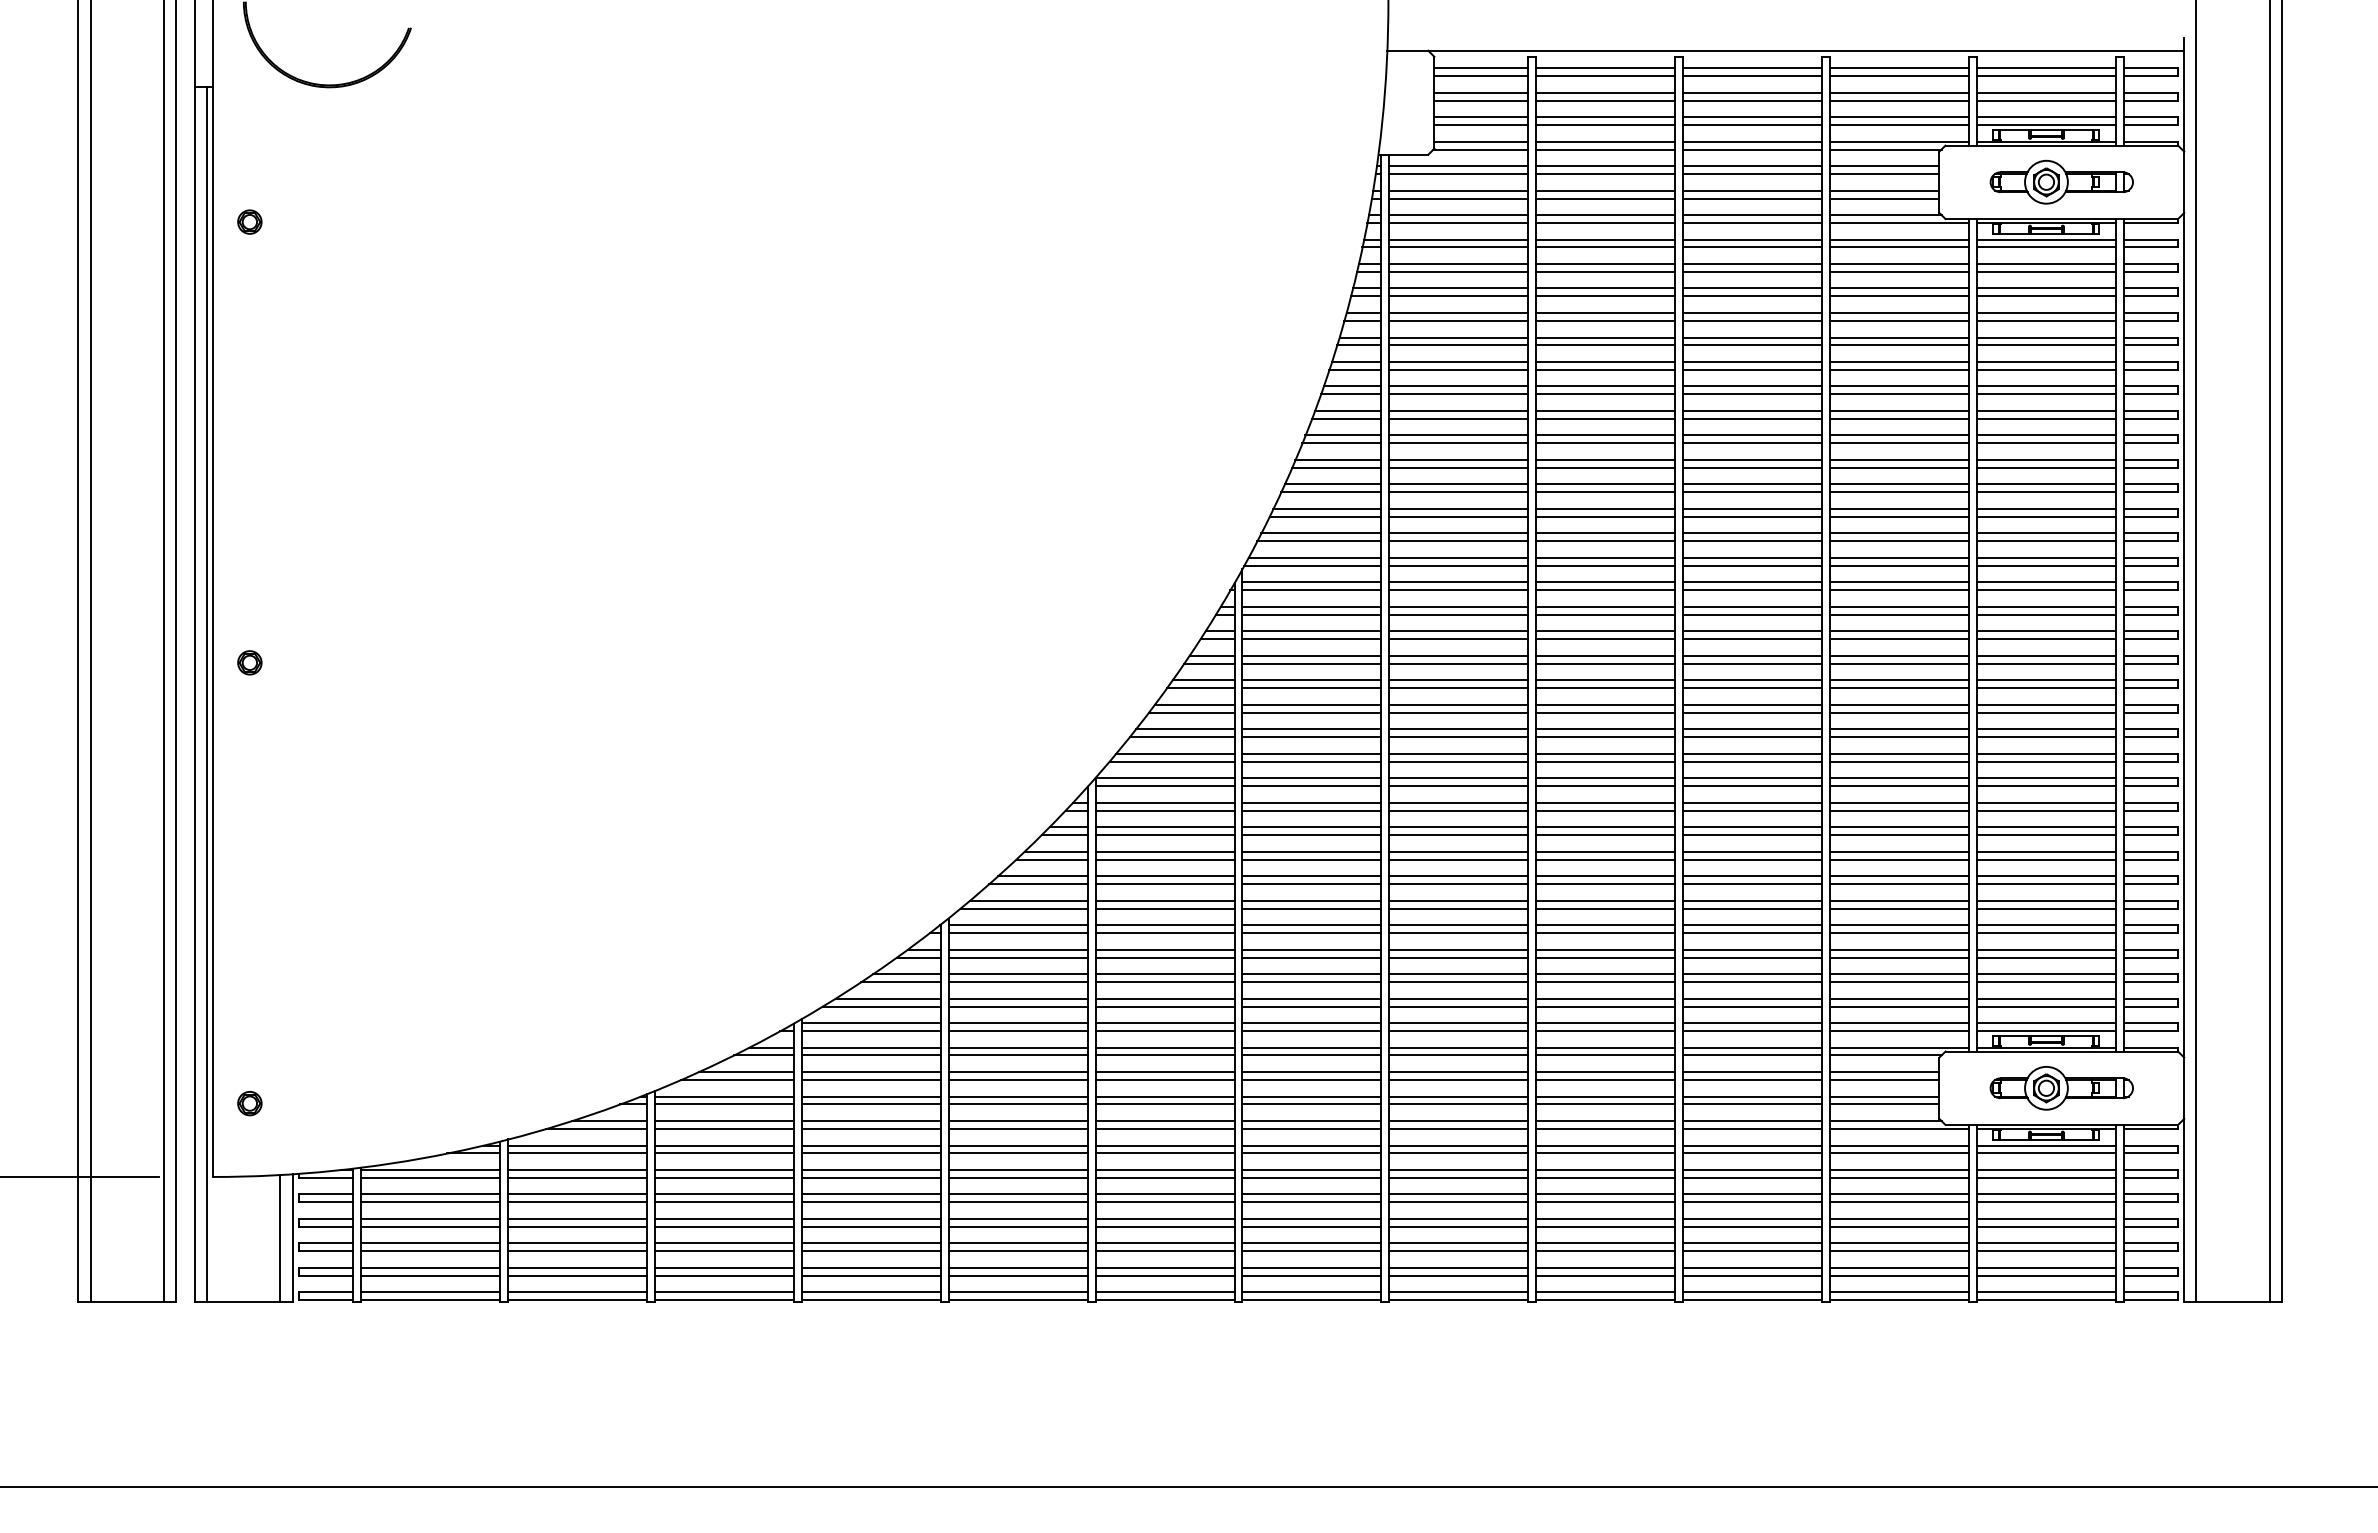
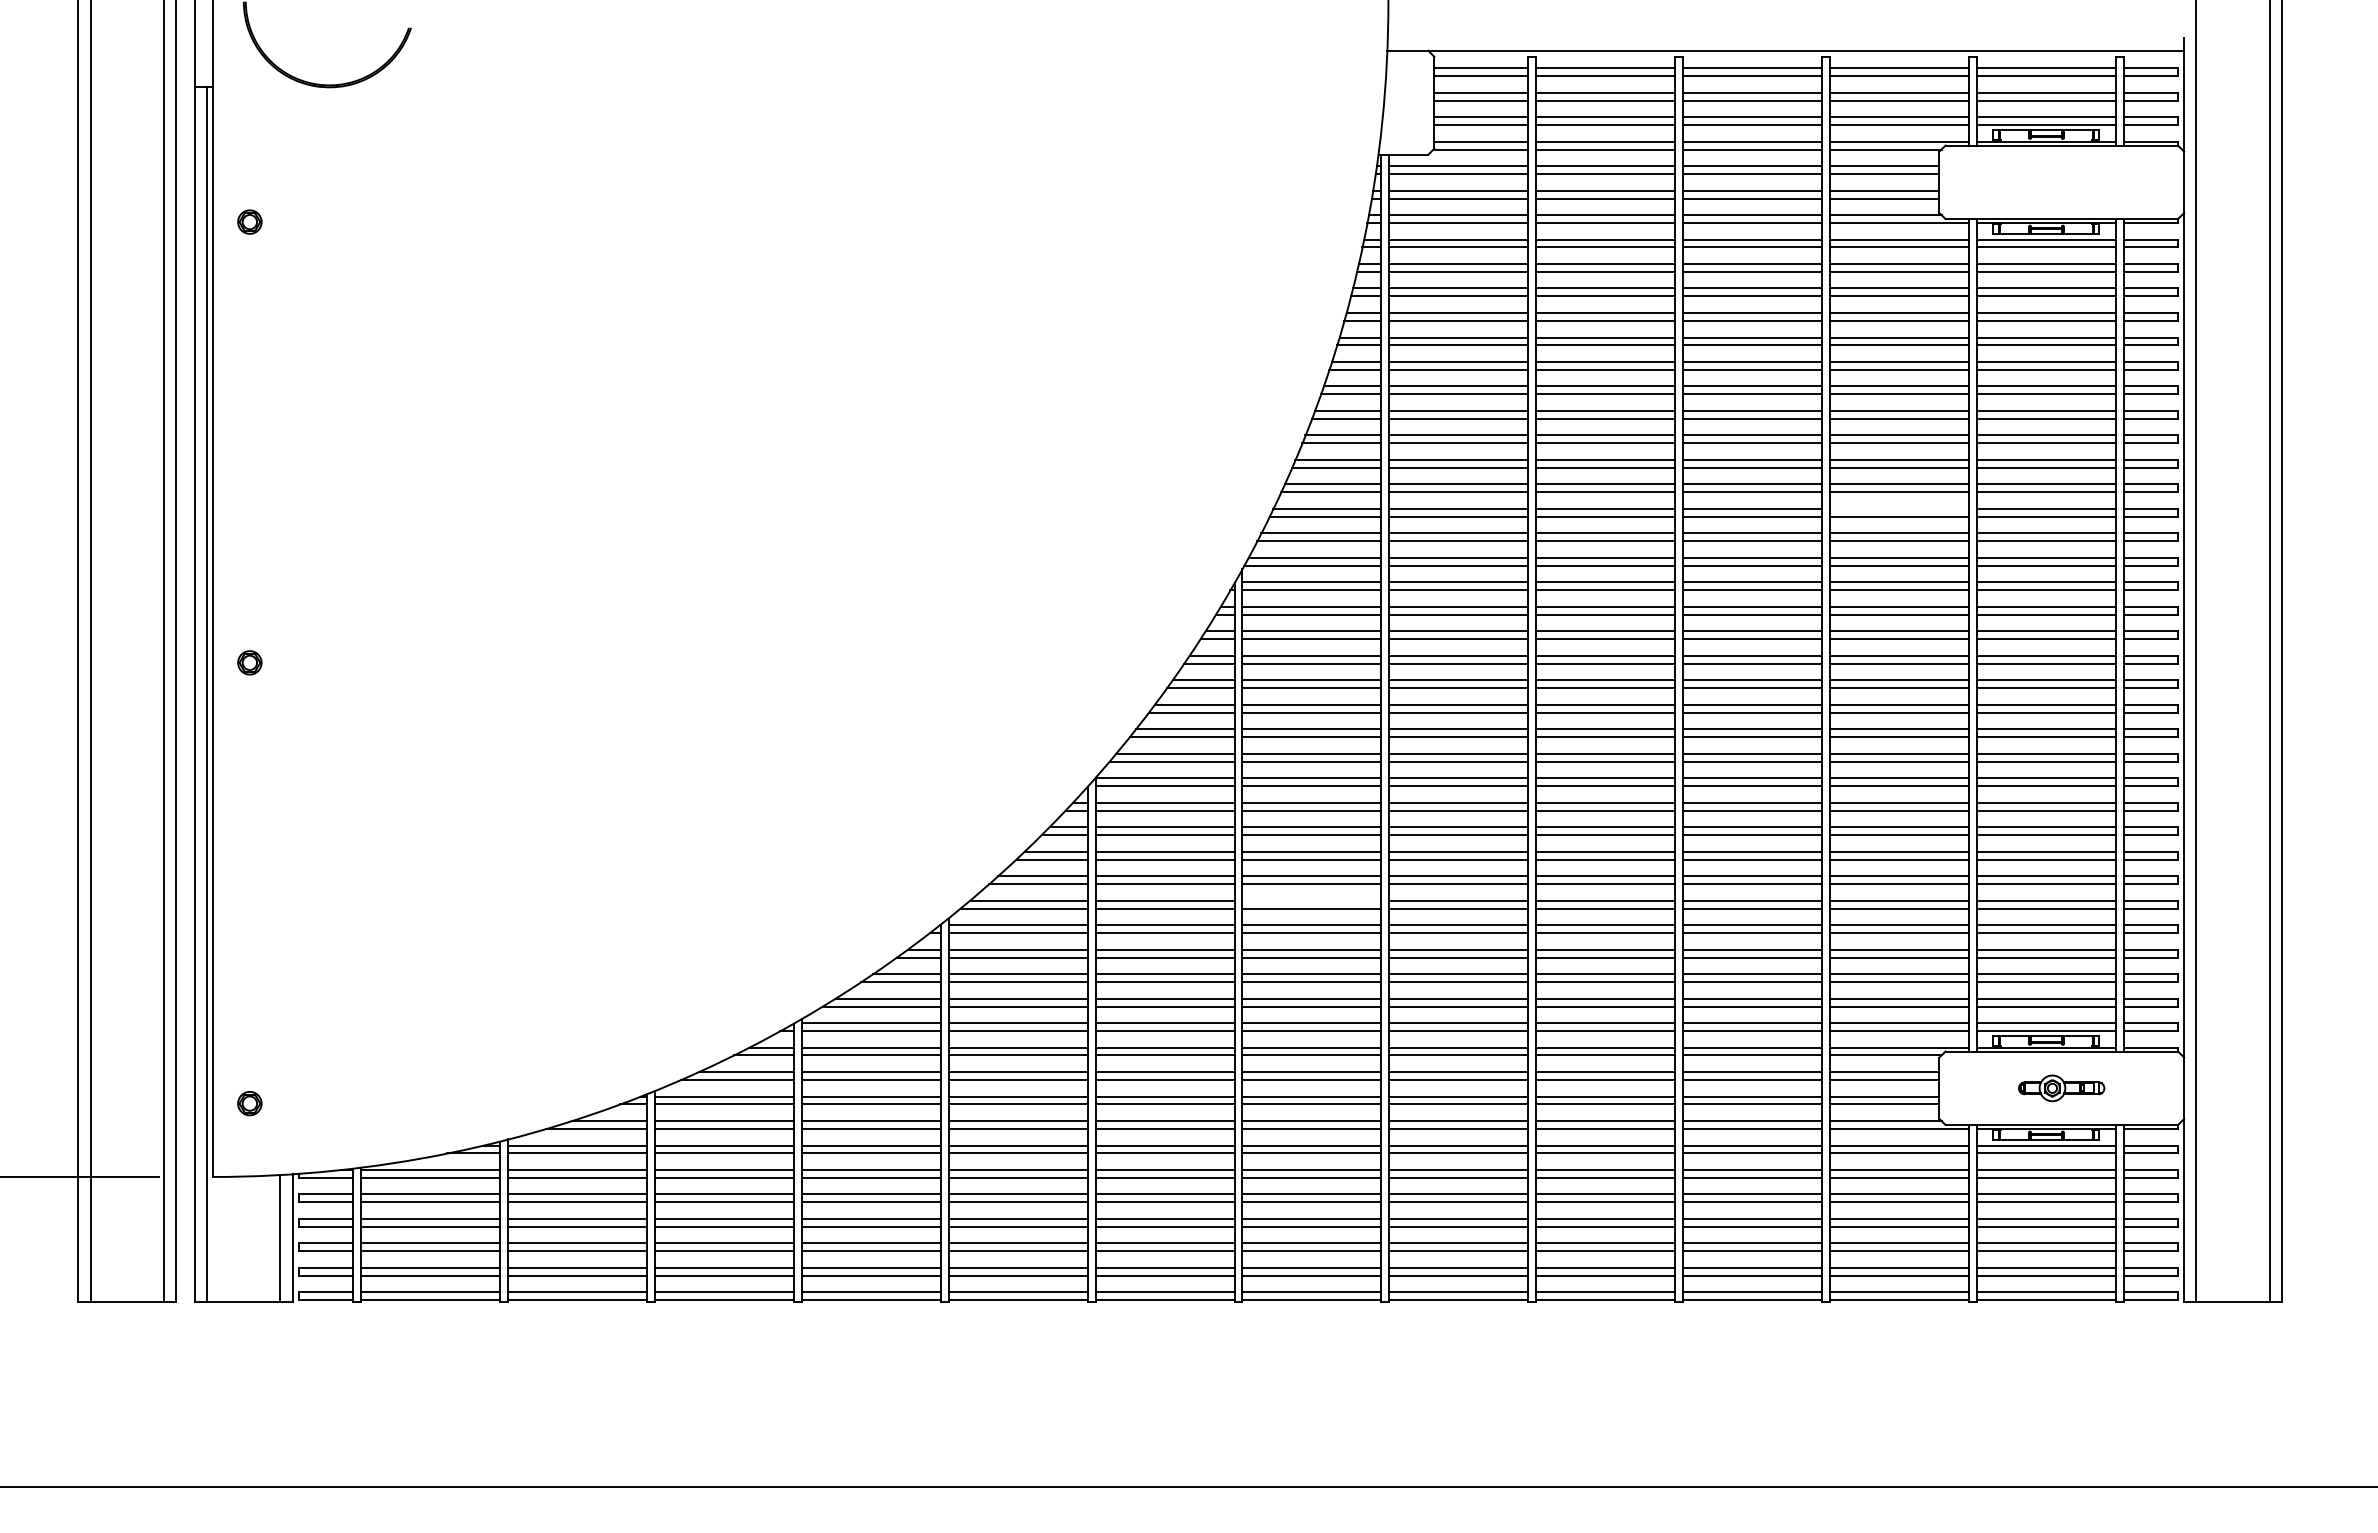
part at (2061, 181): present -> none
line at (1899, 508): present -> none
line at (1311, 900): present -> none
part at (2061, 1088) size: 145x45 px -> 88x29 px
